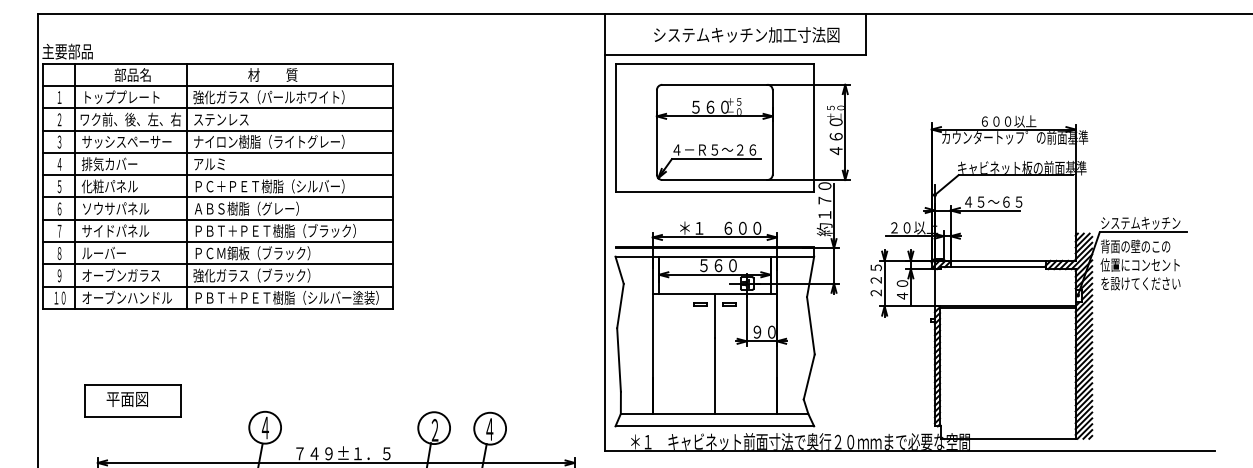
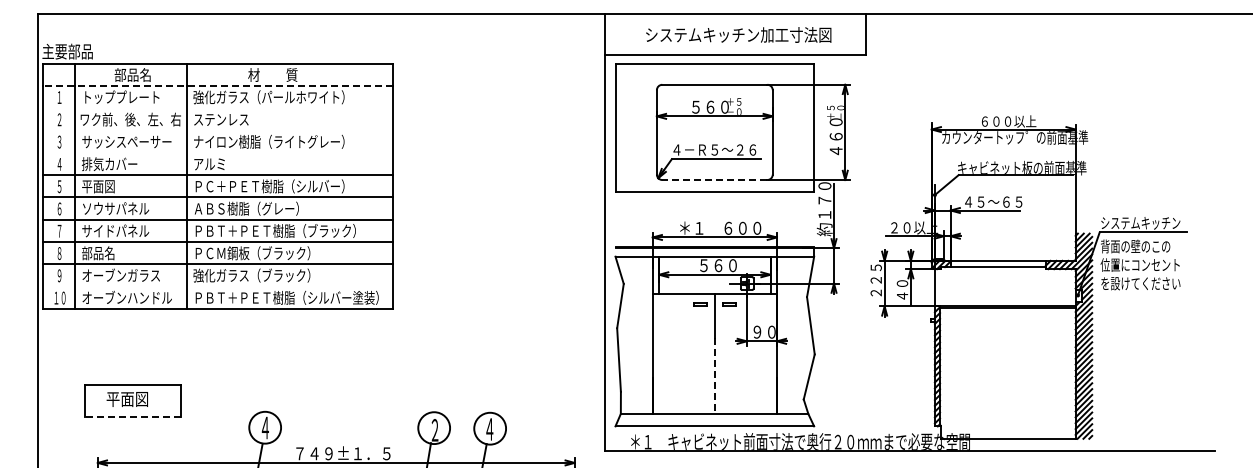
text at (746, 34) position: (746, 34) -> (738, 34)
line at (217, 85): solid -> dashed
line at (218, 108): present -> none
line at (218, 130): present -> none
line at (218, 152): present -> none
line at (714, 180): solid -> dashed
text at (109, 186): 化粧パネル -> 平面図
text at (103, 253): ルーバー -> 部品名
line at (218, 286): present -> none
line at (714, 376): solid -> dashed
line at (132, 416): solid -> dashed
